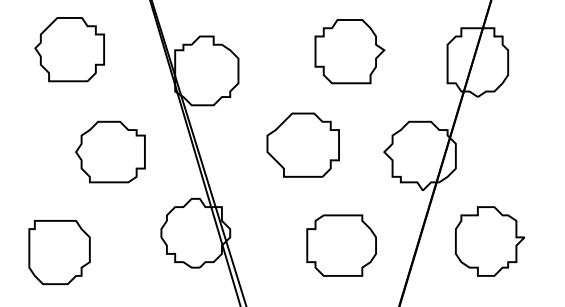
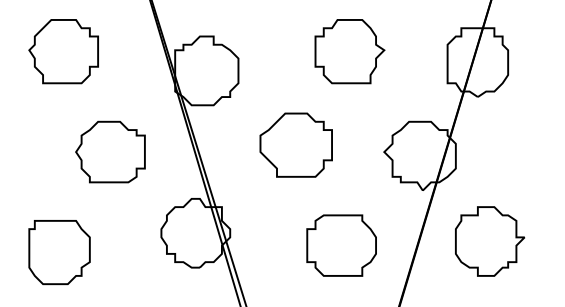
part at (69, 49) position: (69, 49) -> (63, 51)
part at (302, 144) position: (302, 144) -> (295, 144)
